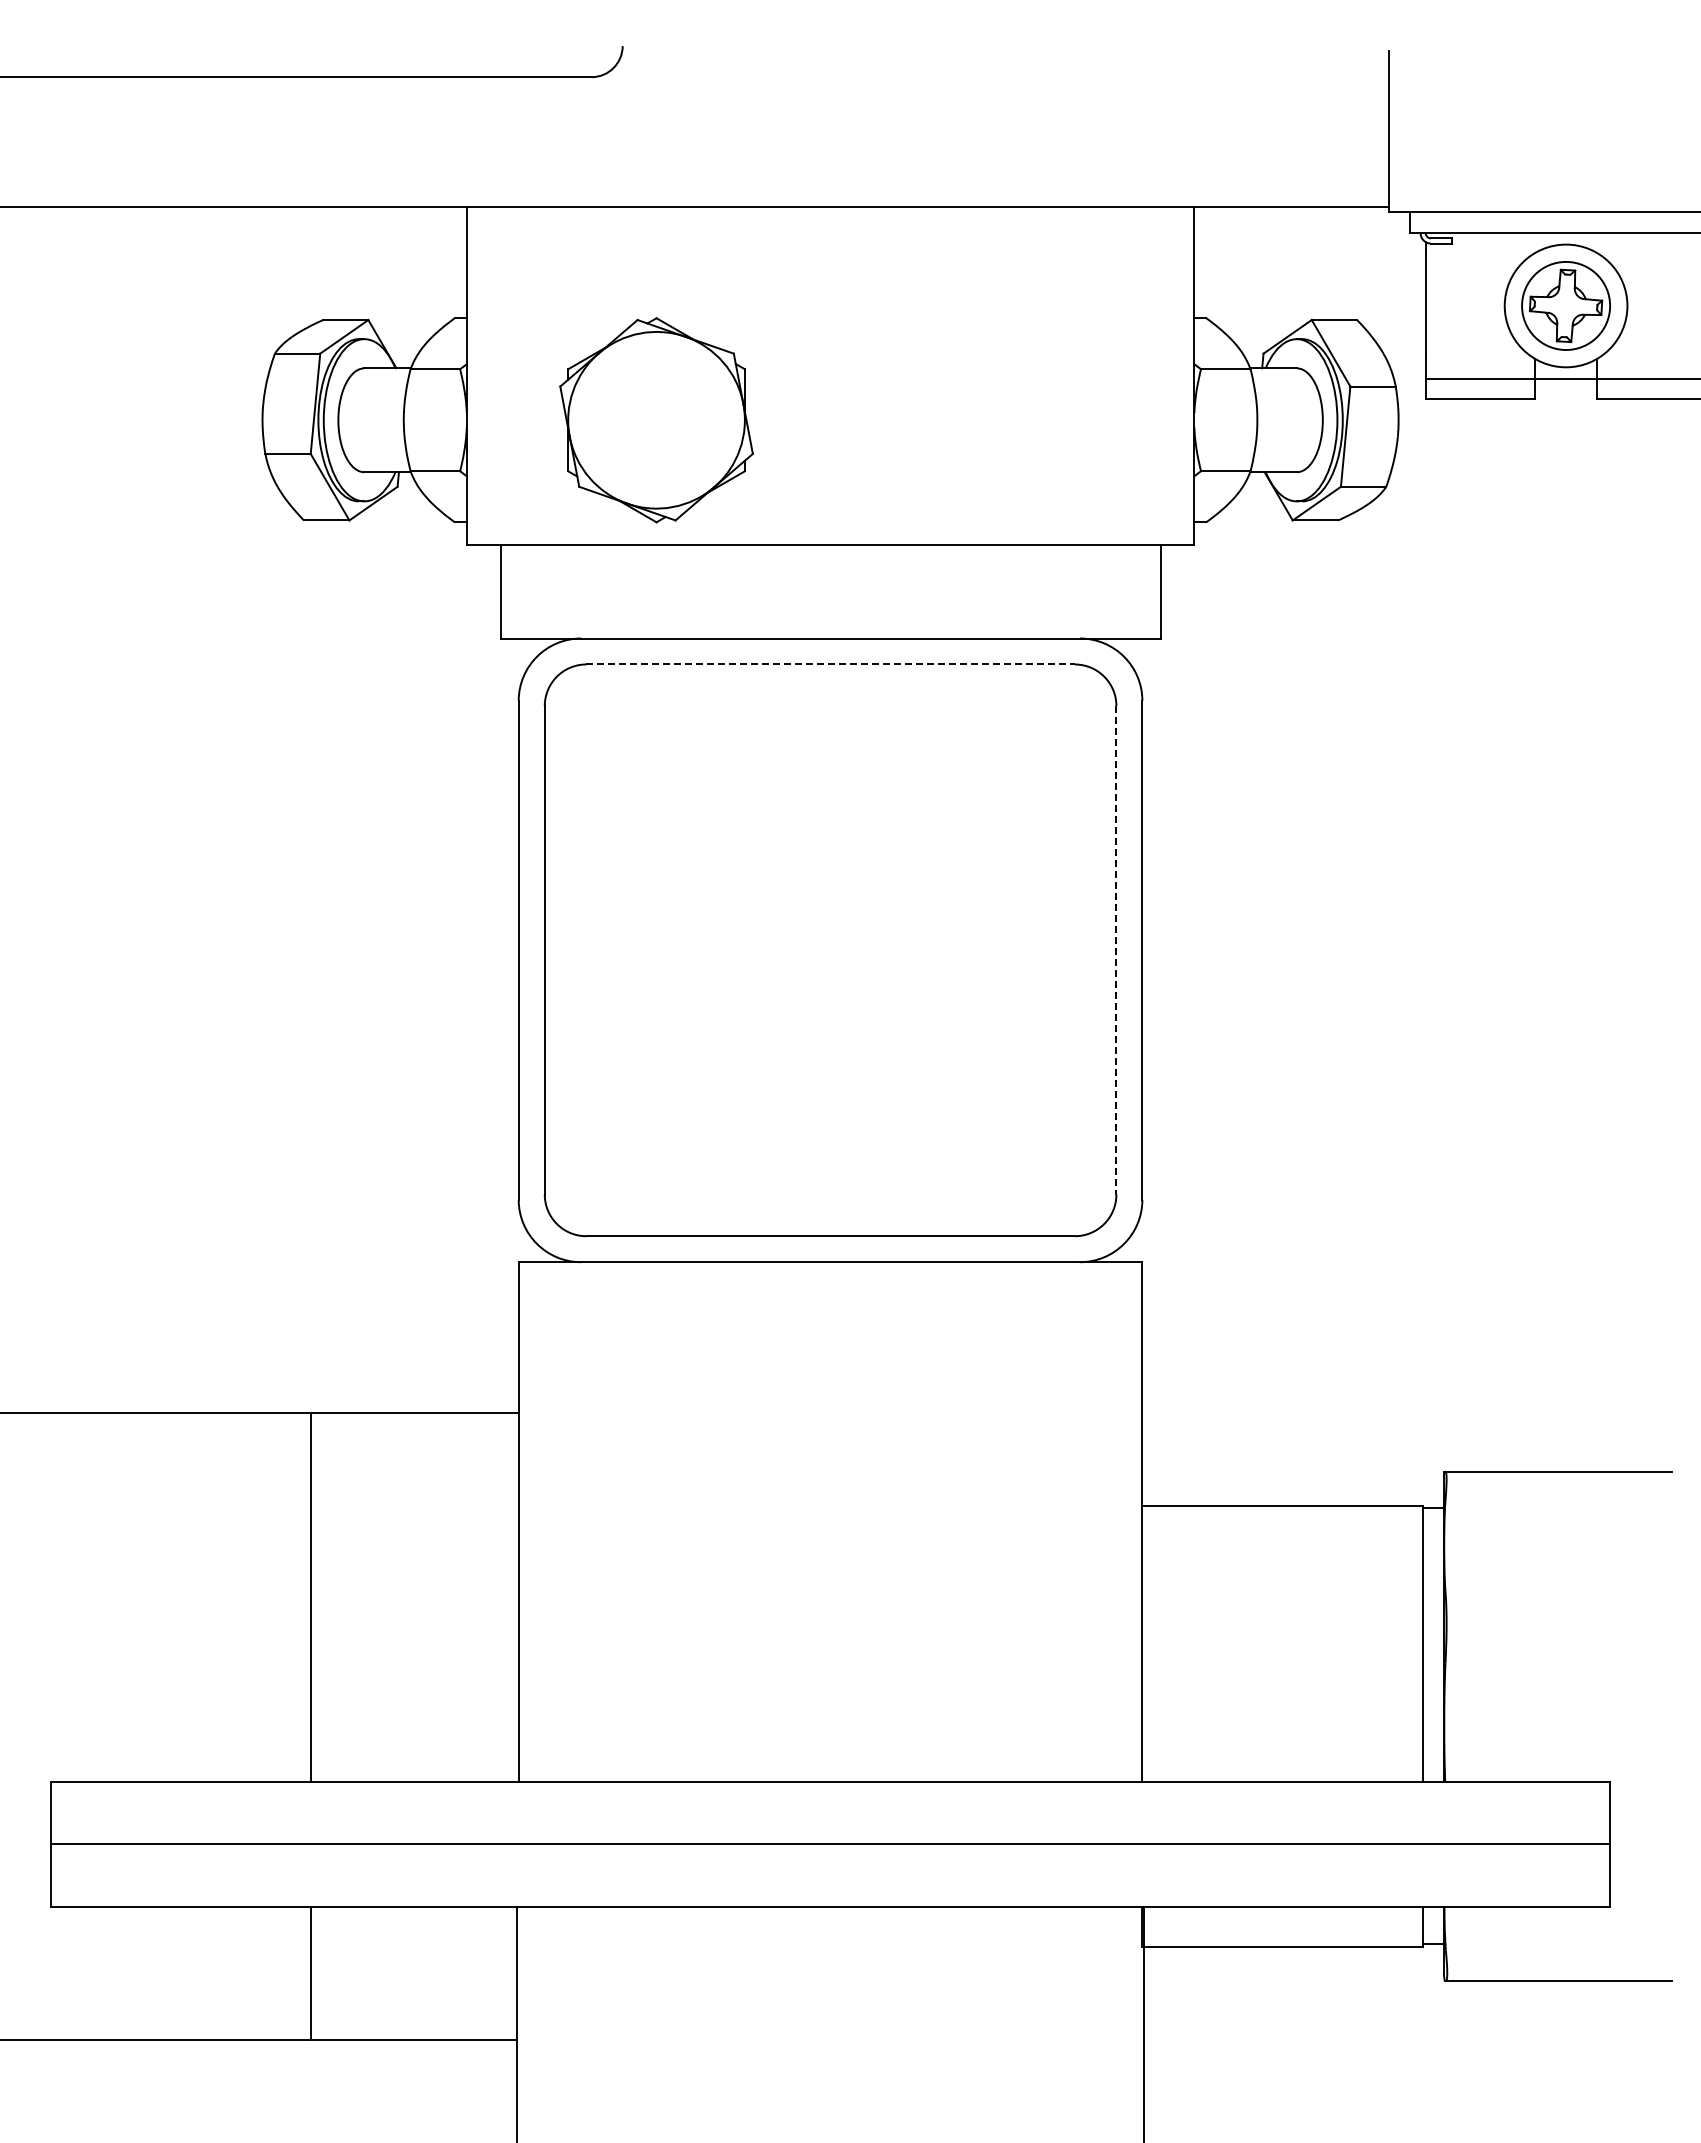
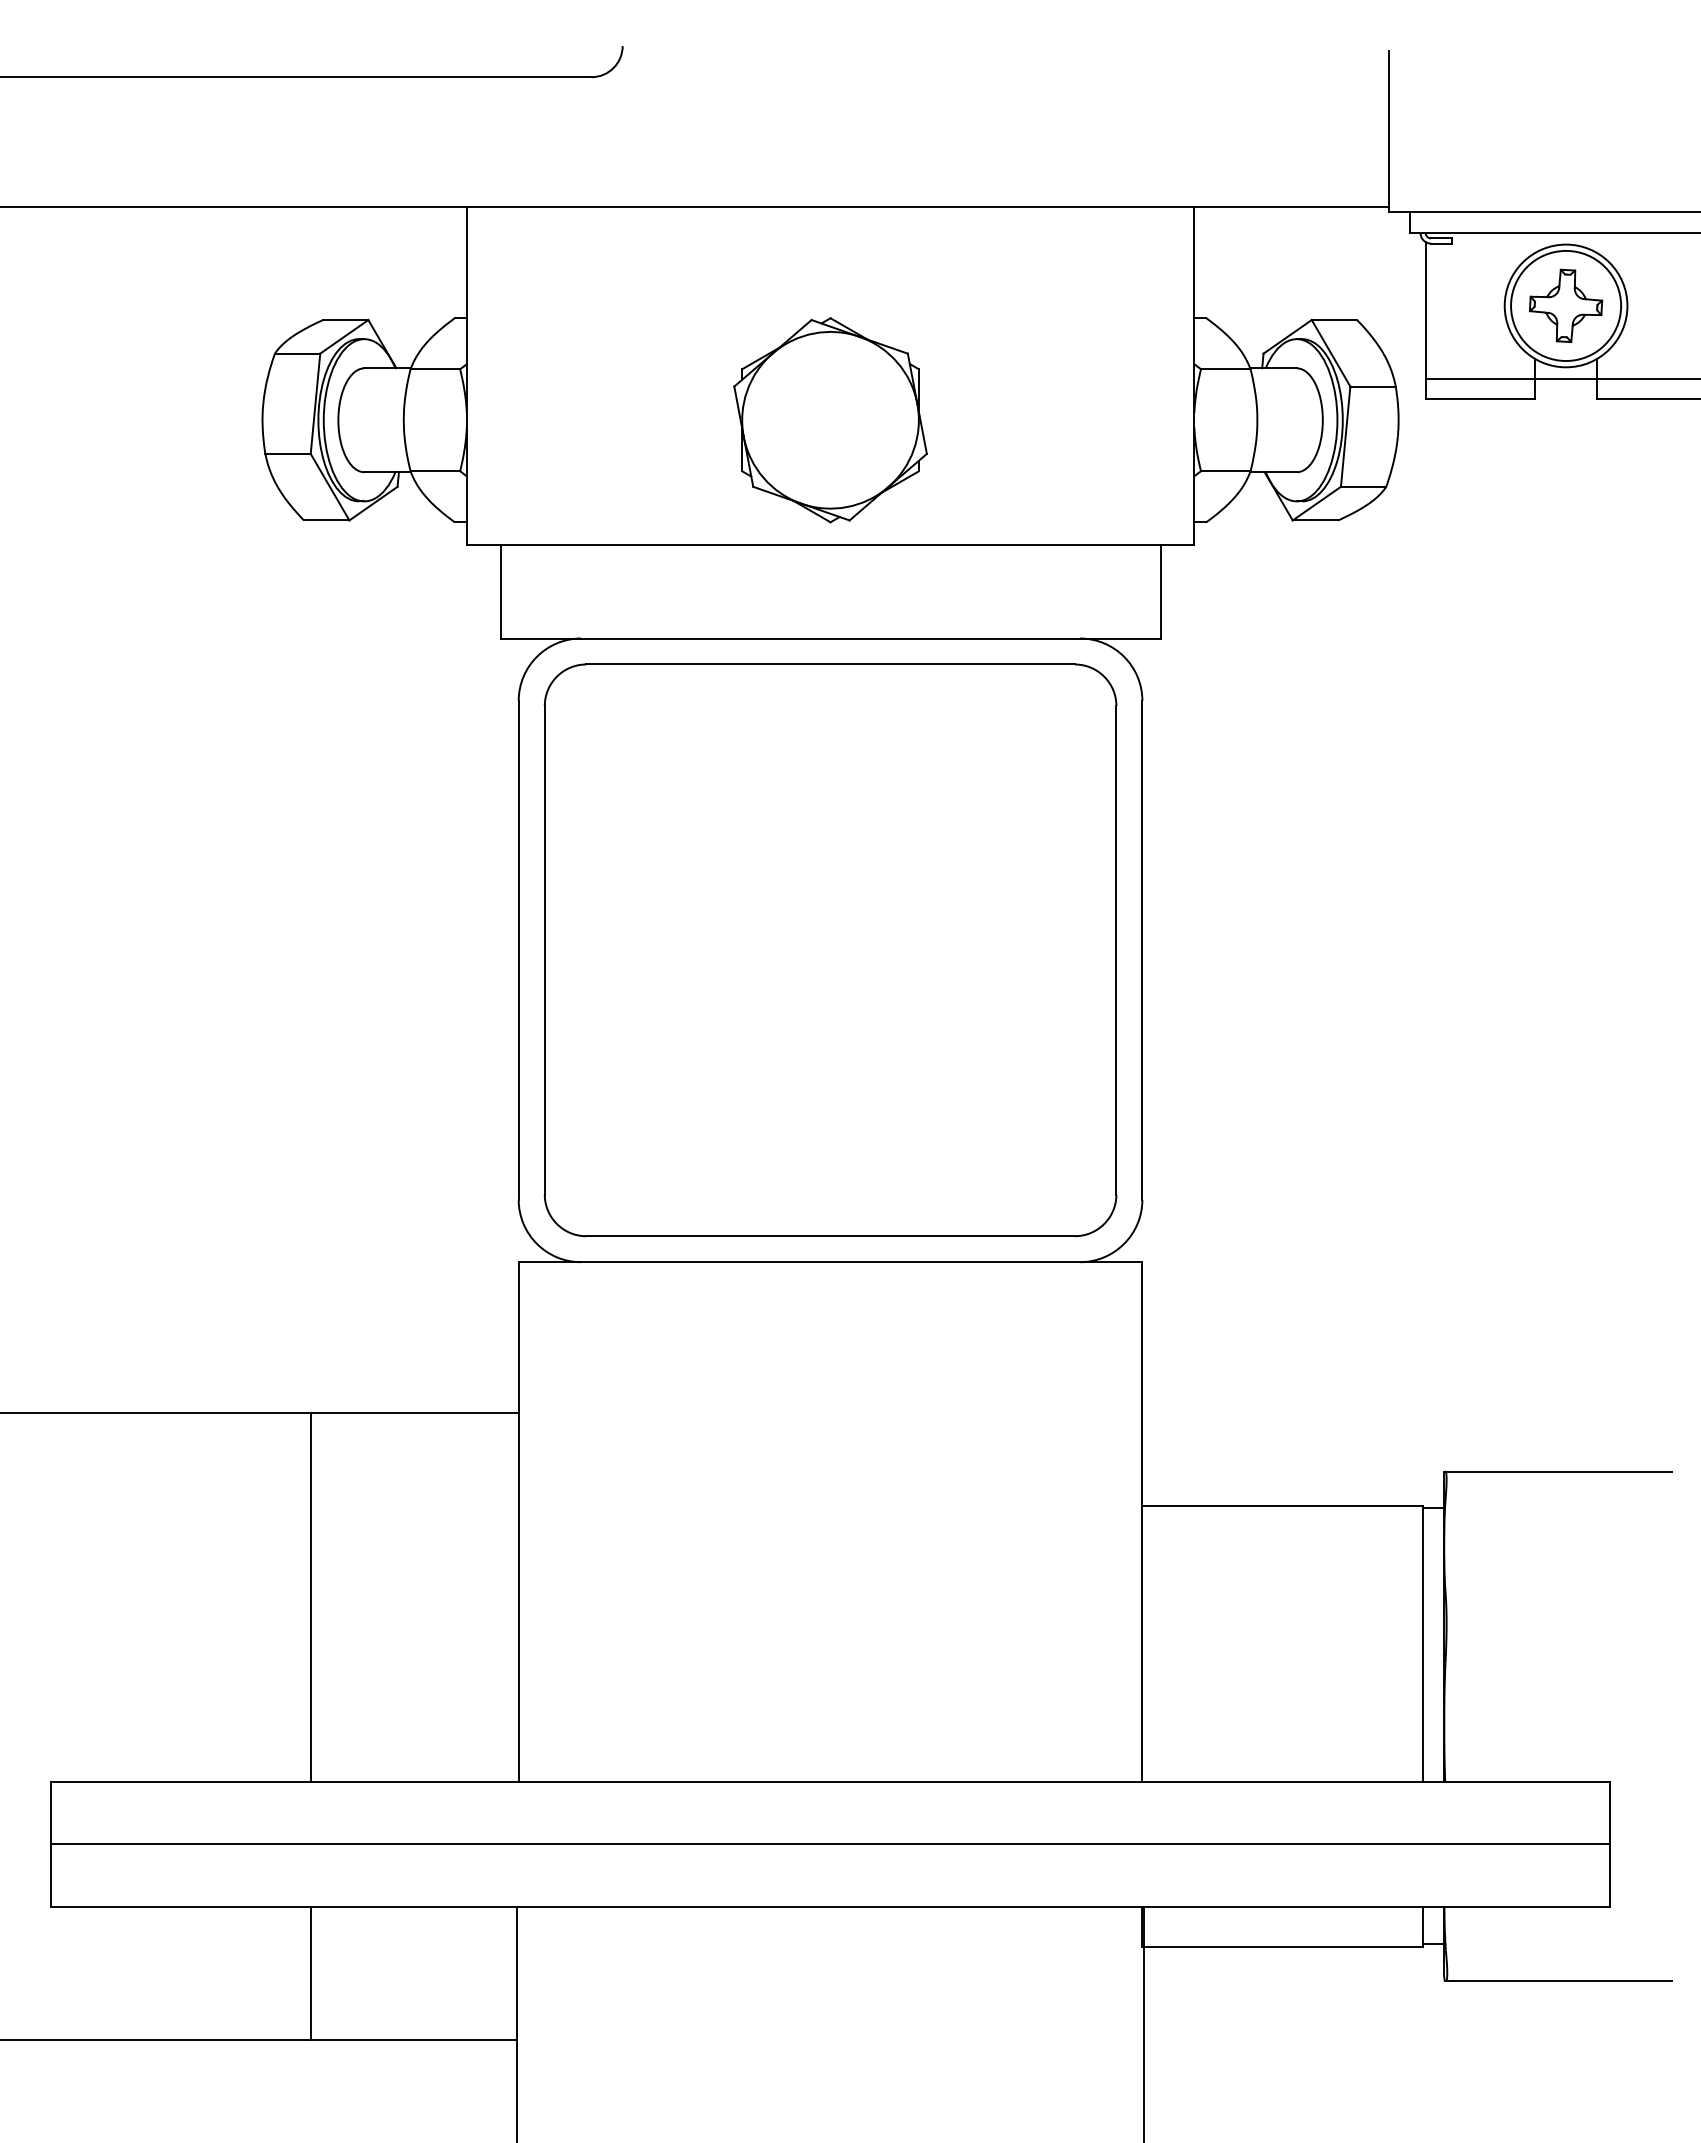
circle at (1566, 305) diameter: 88 px -> 110 px
part at (656, 420) position: (656, 420) -> (830, 420)
line at (831, 664): dashed -> solid
line at (1116, 950): dashed -> solid
